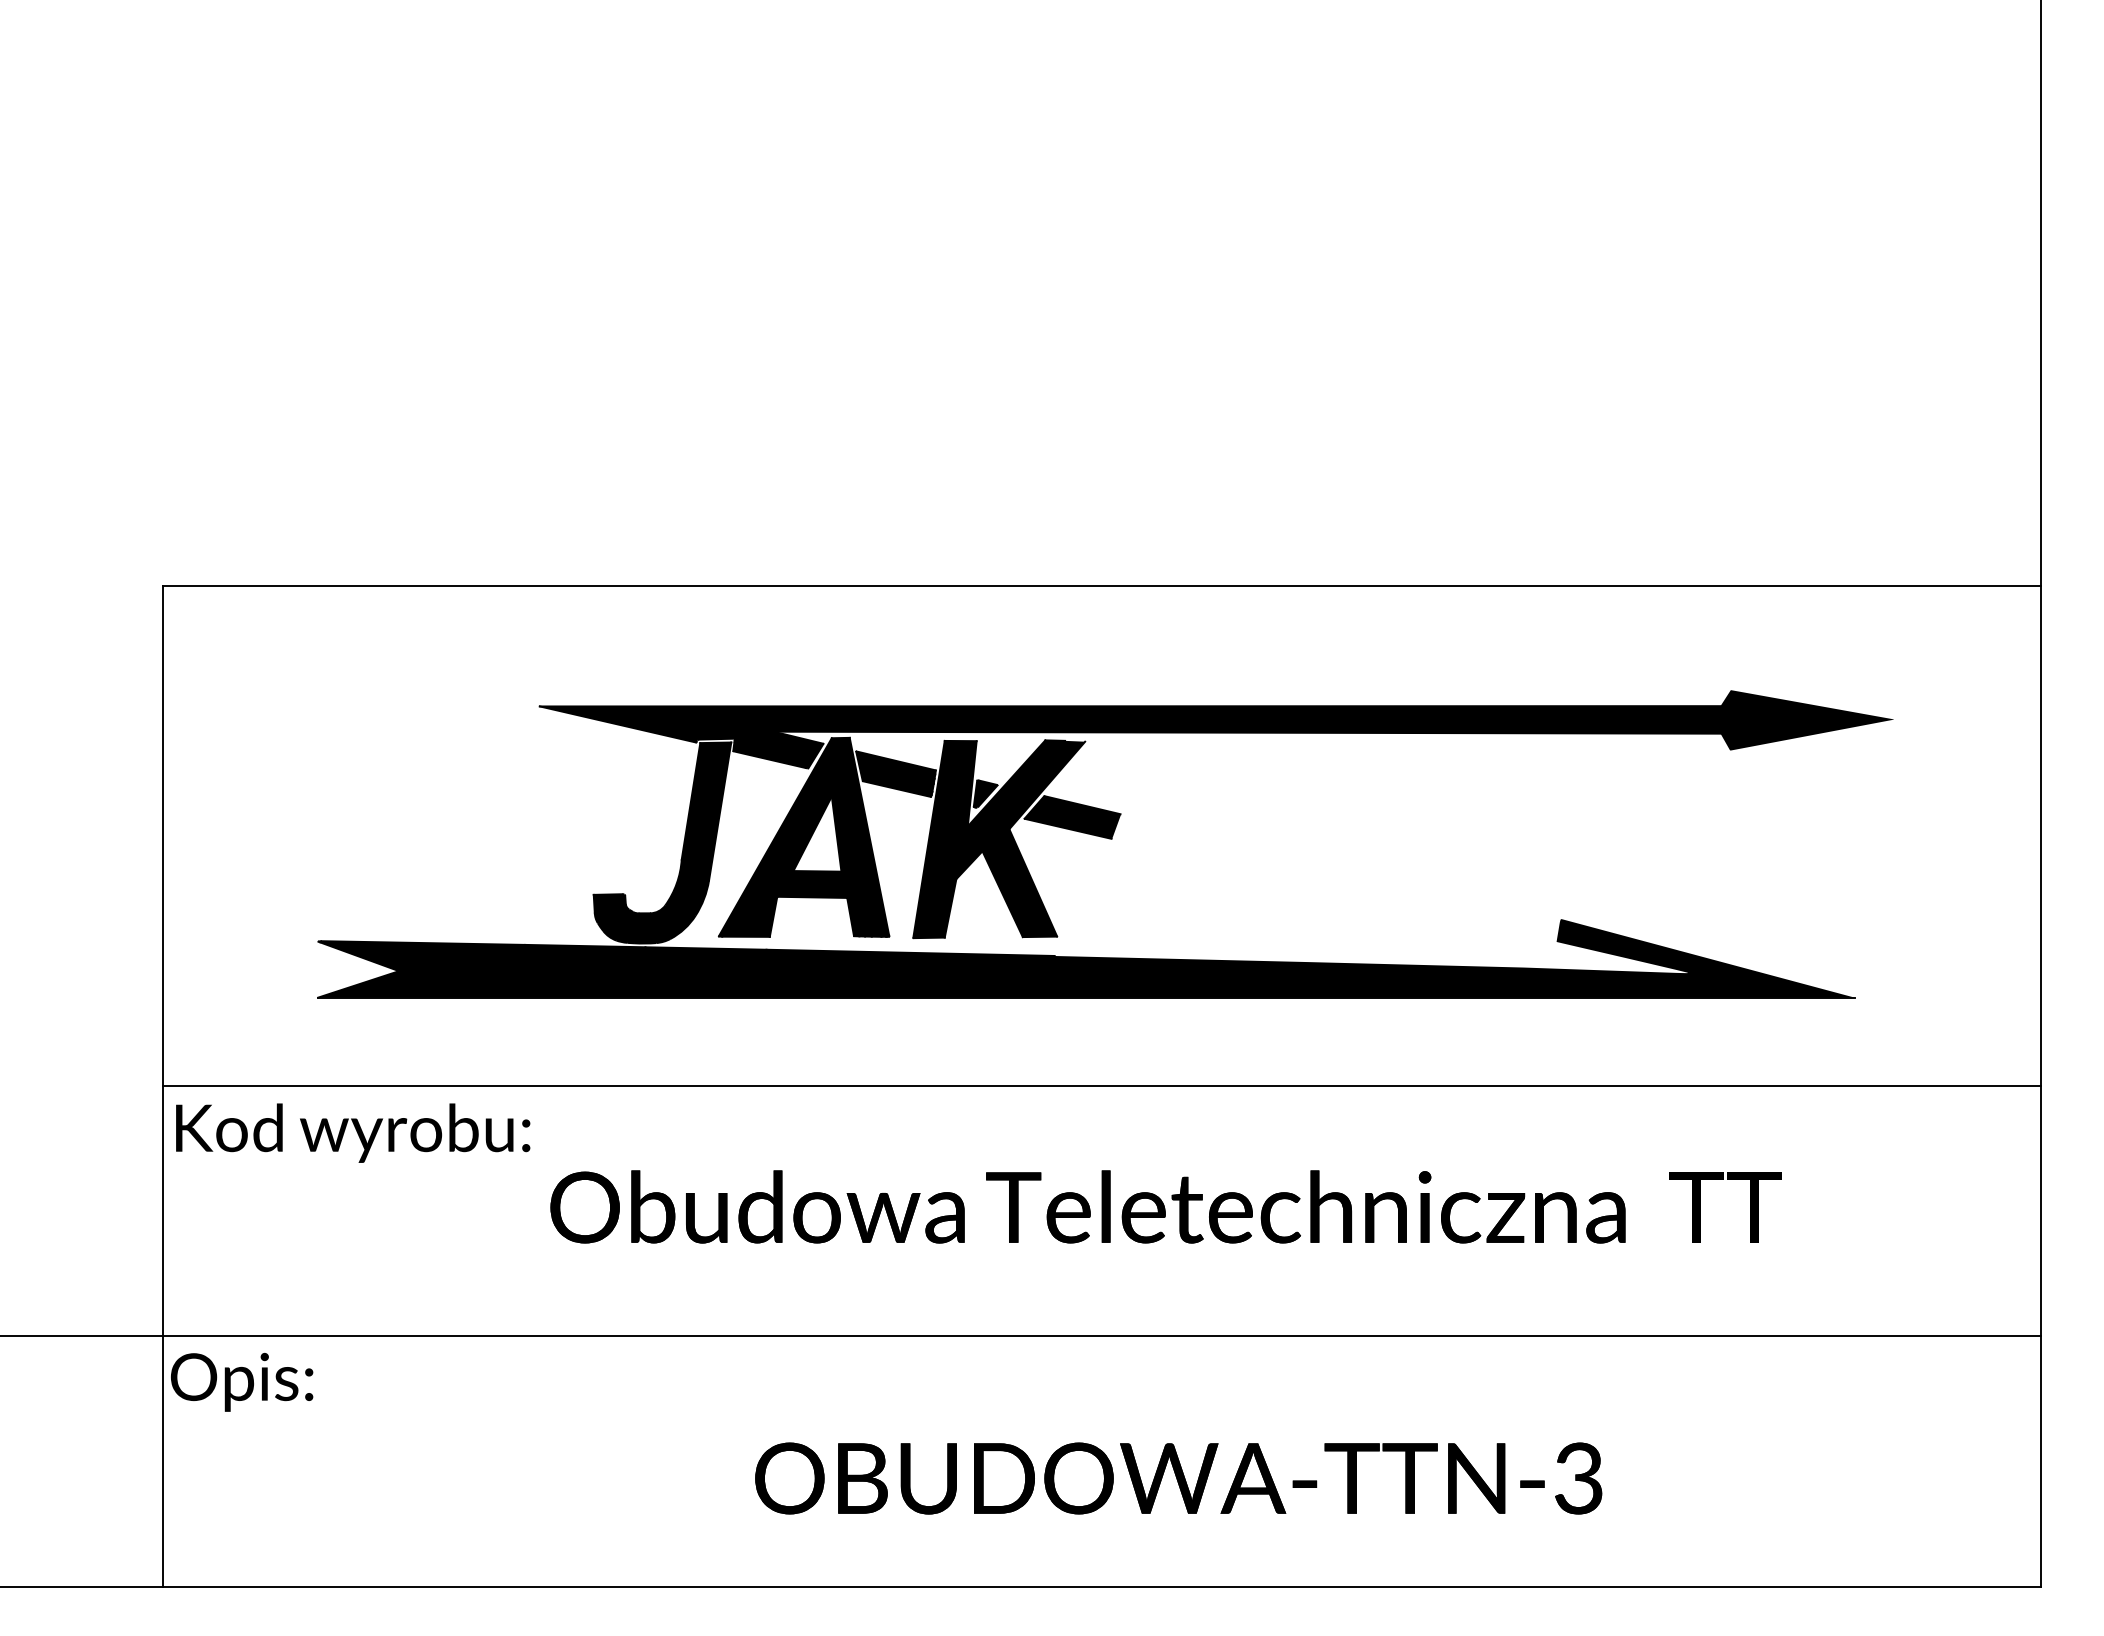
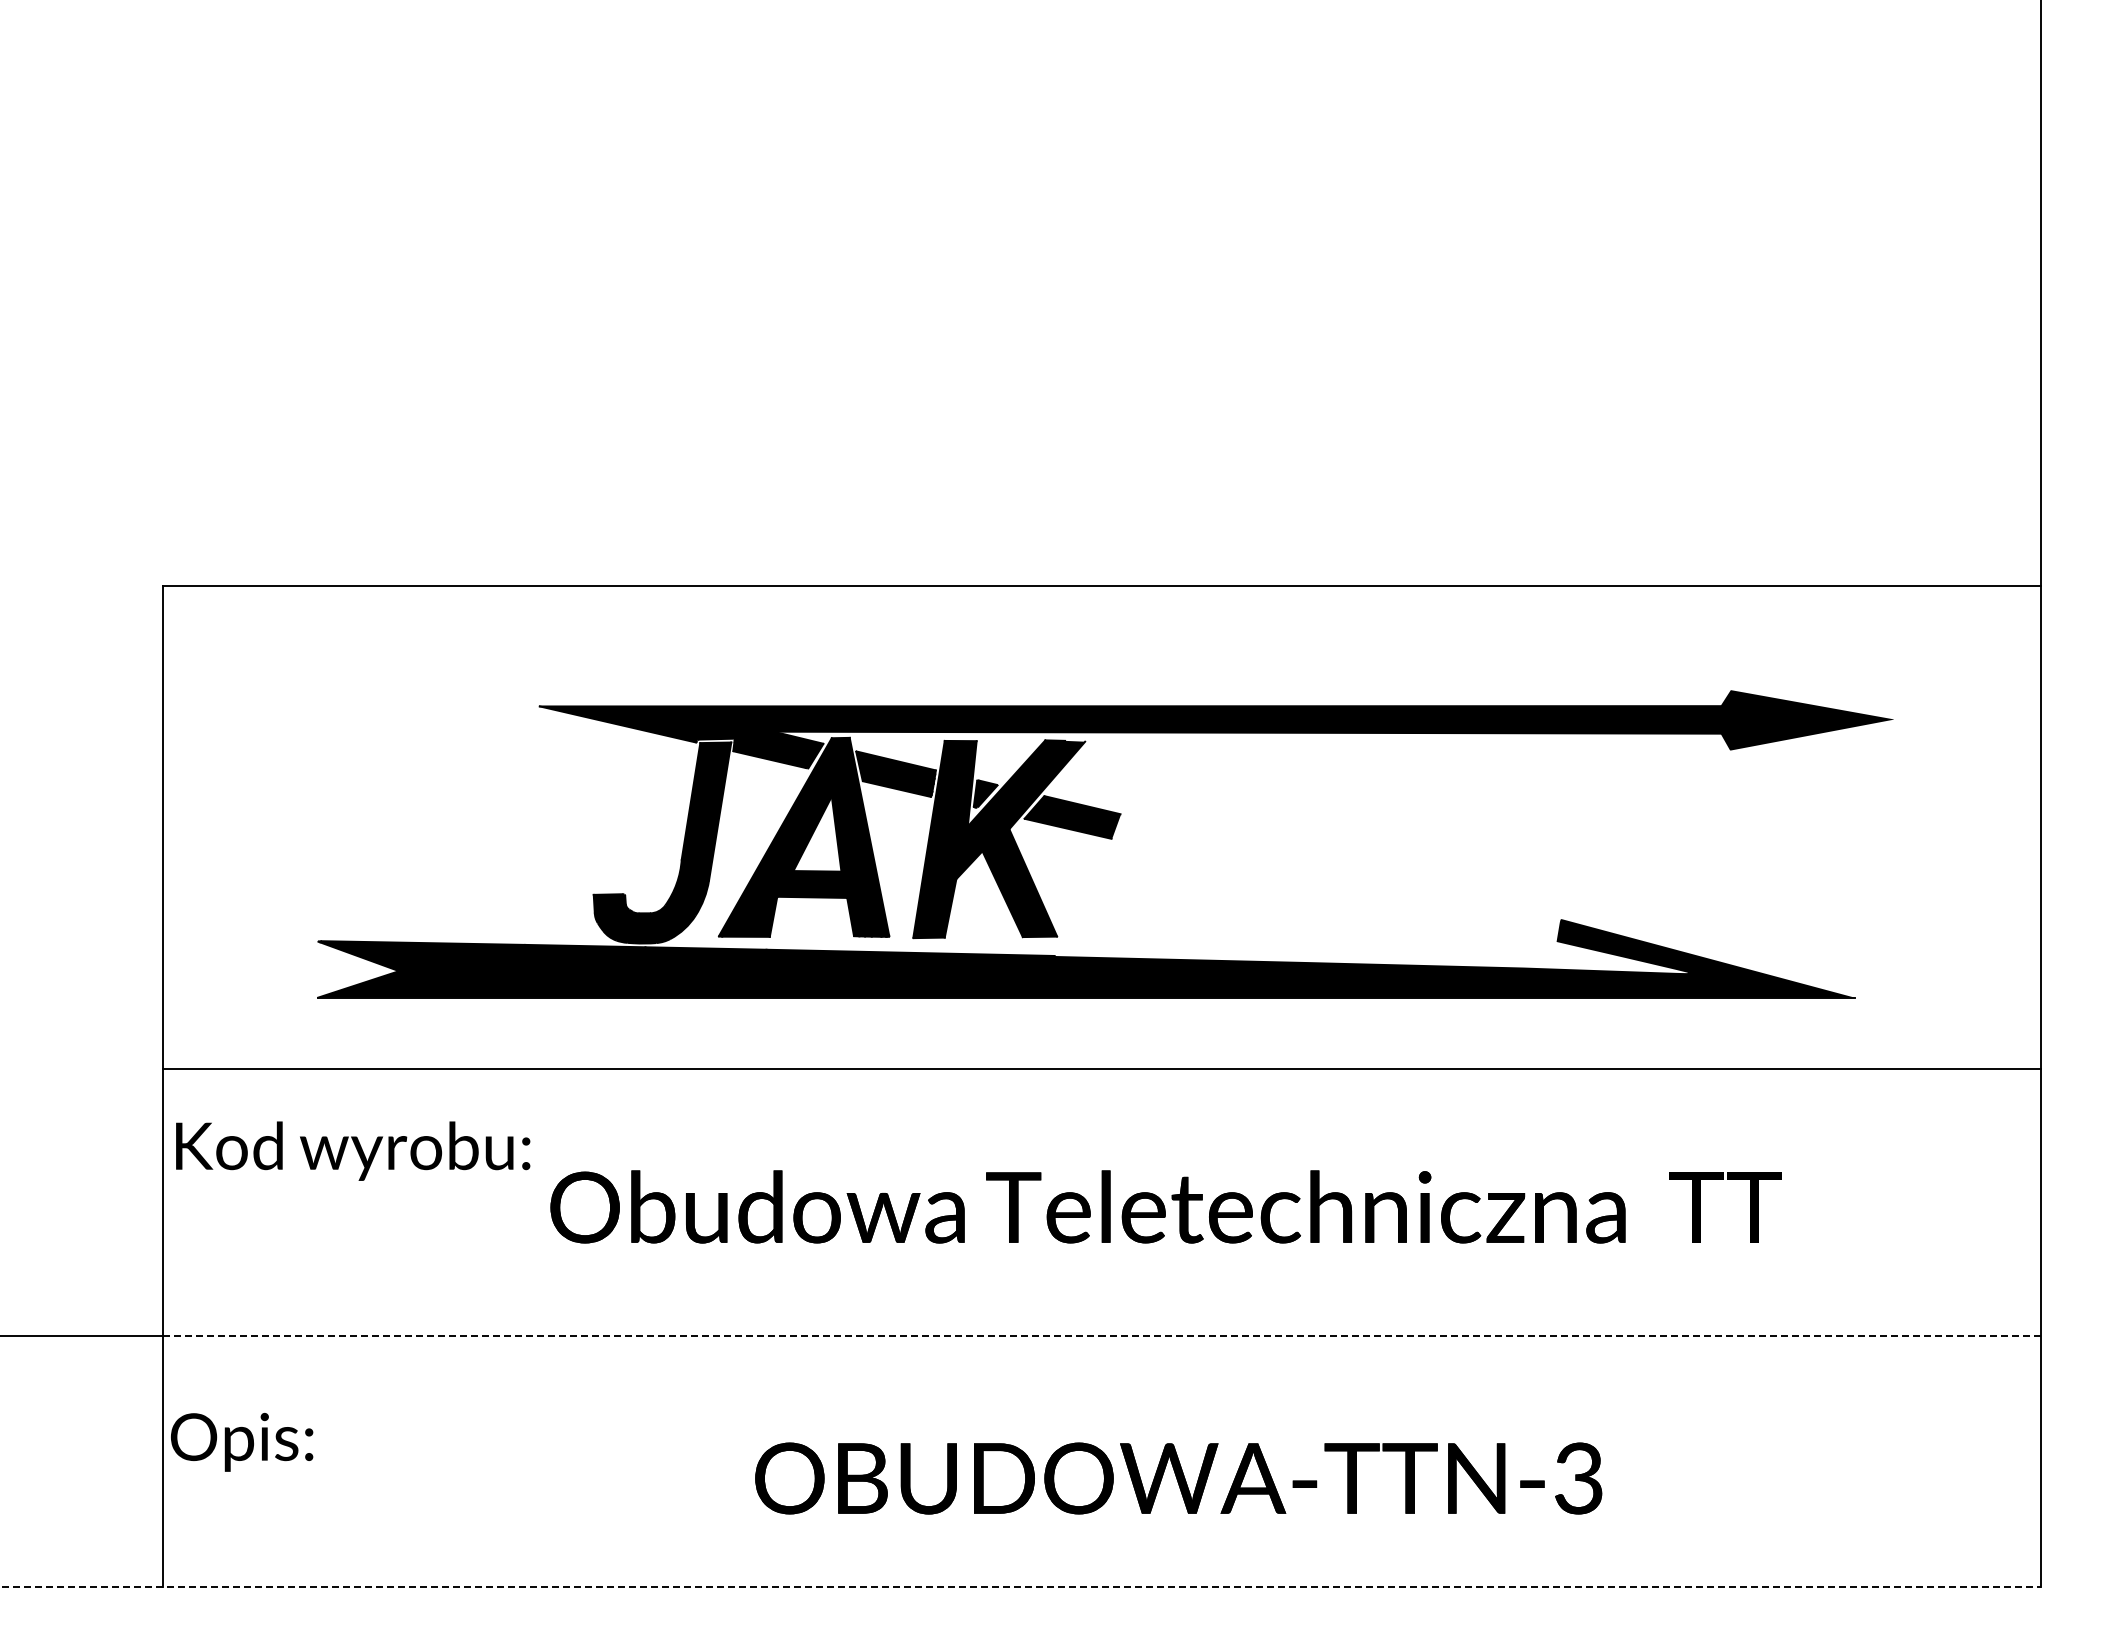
line at (1101, 1086) position: (1101, 1086) -> (1101, 1069)
text at (353, 1132) position: (353, 1132) -> (353, 1150)
line at (1102, 1336): solid -> dashed
text at (242, 1381) position: (242, 1381) -> (242, 1441)
line at (1021, 1586): solid -> dashed
